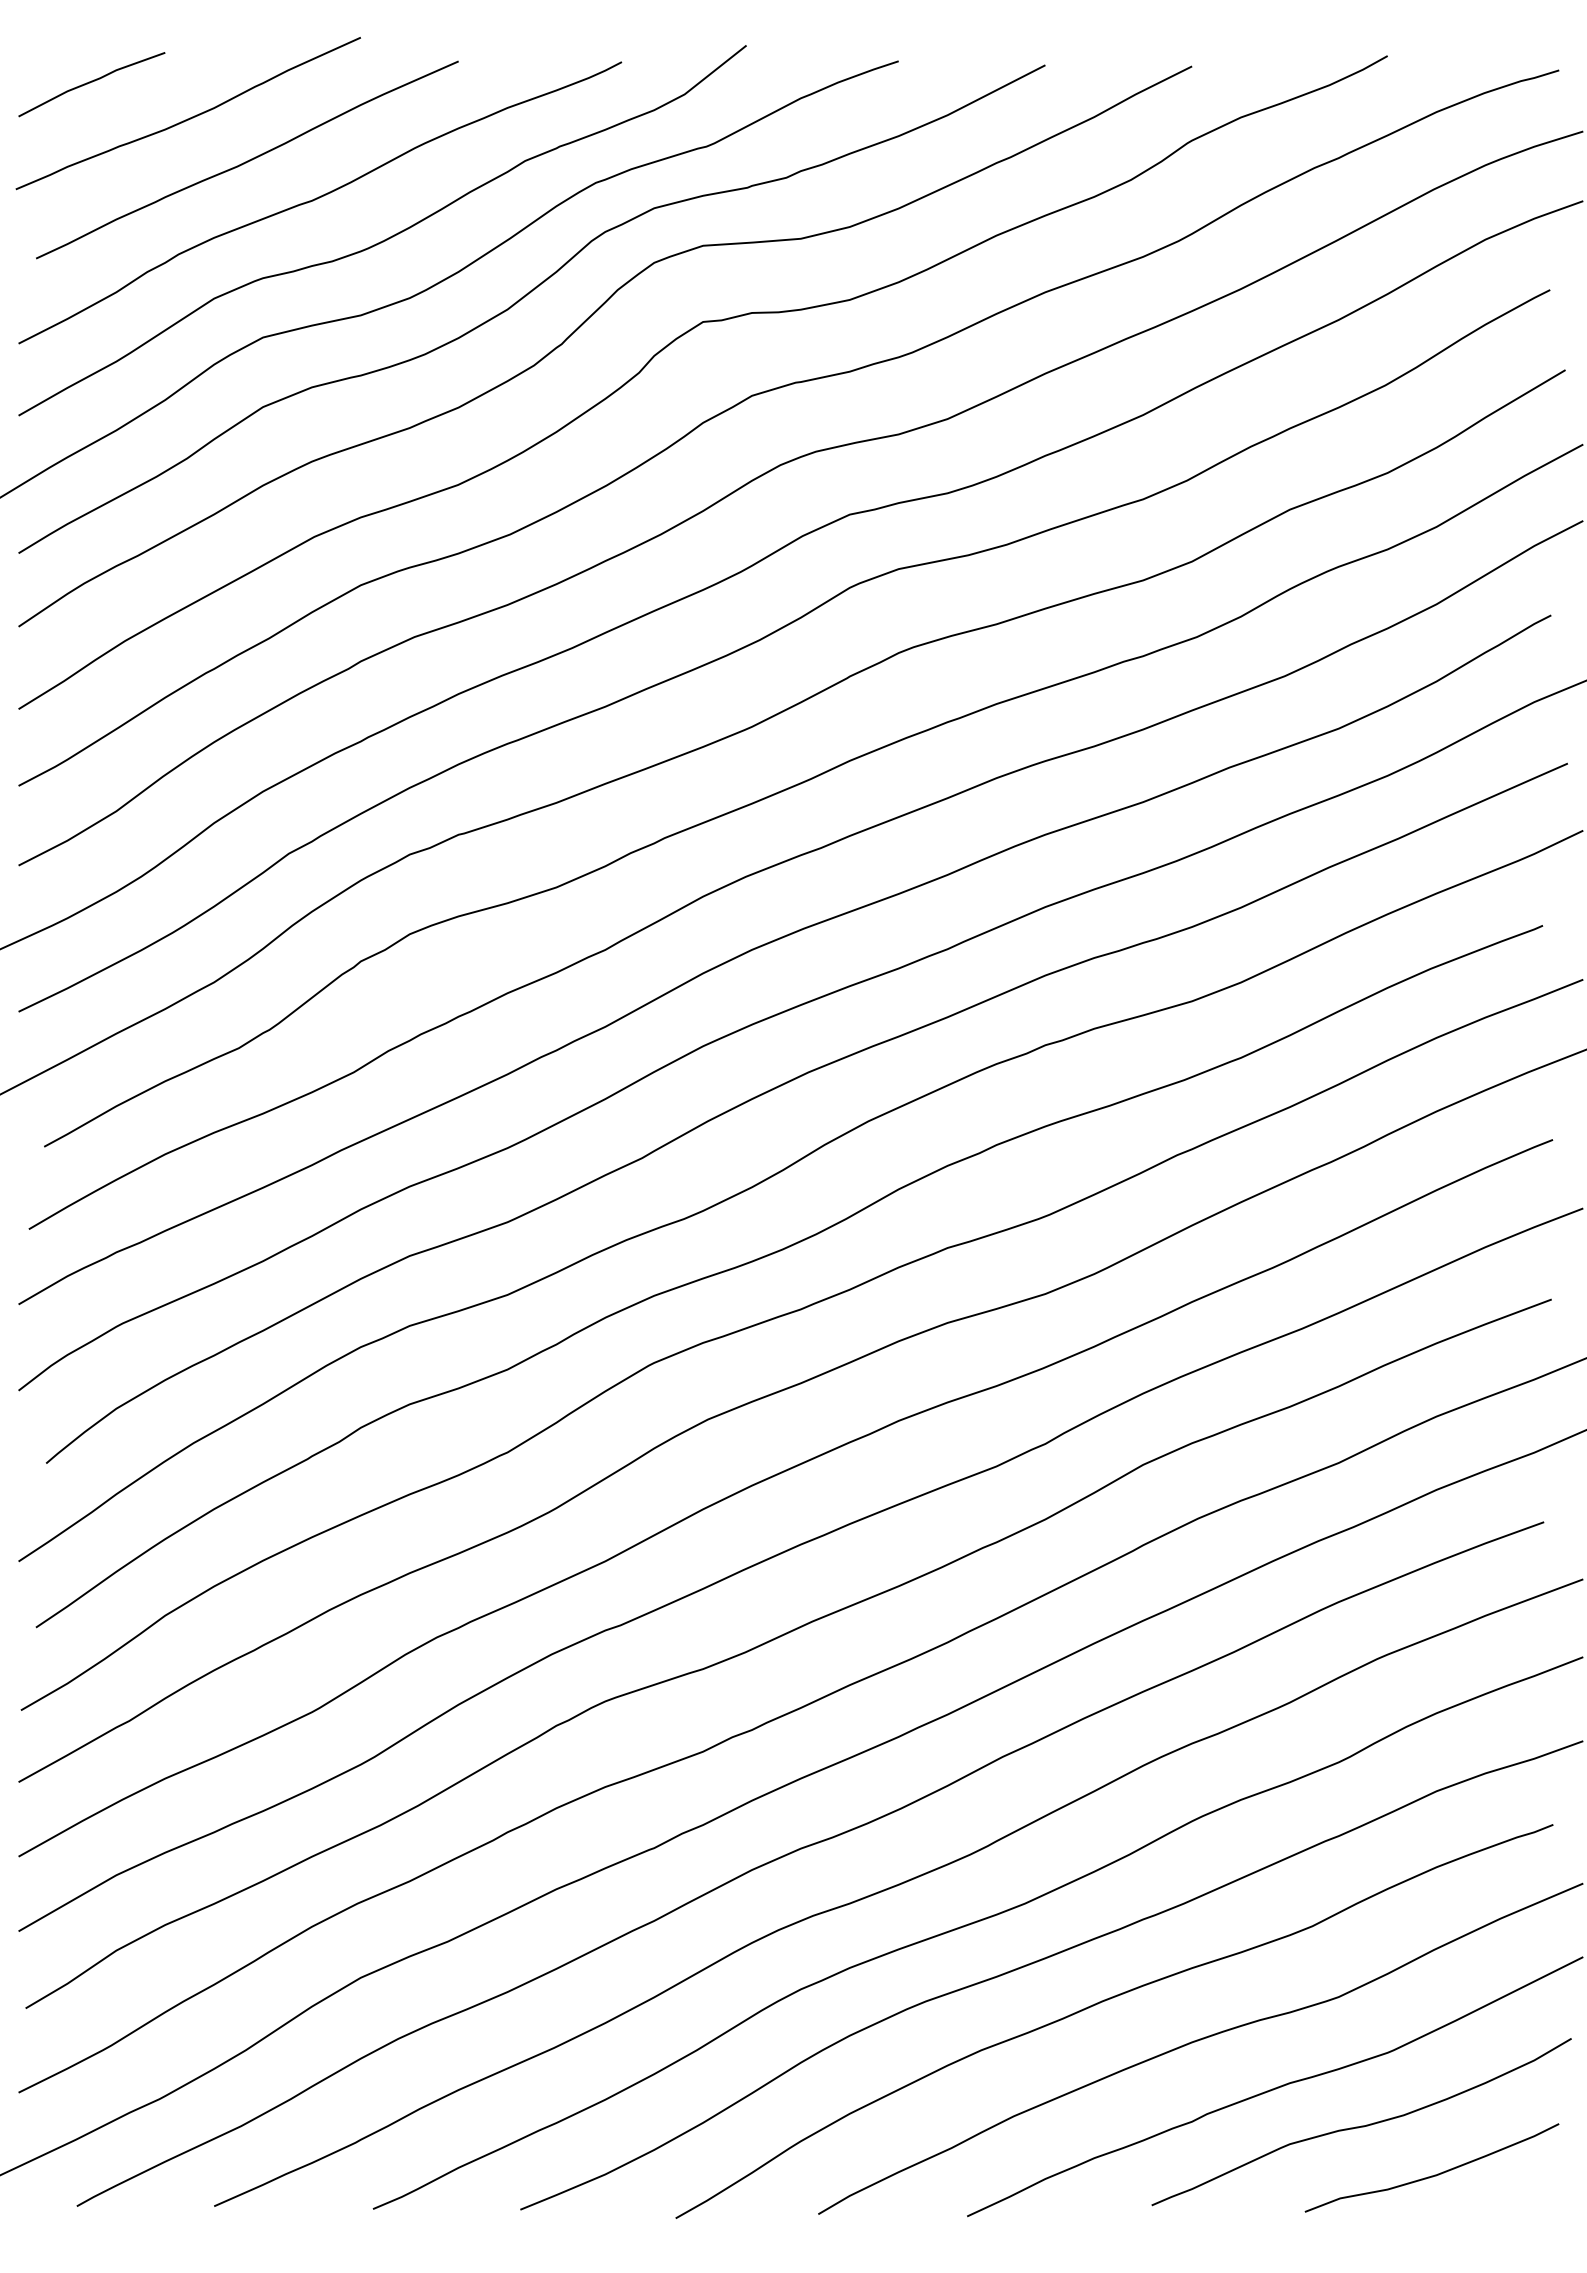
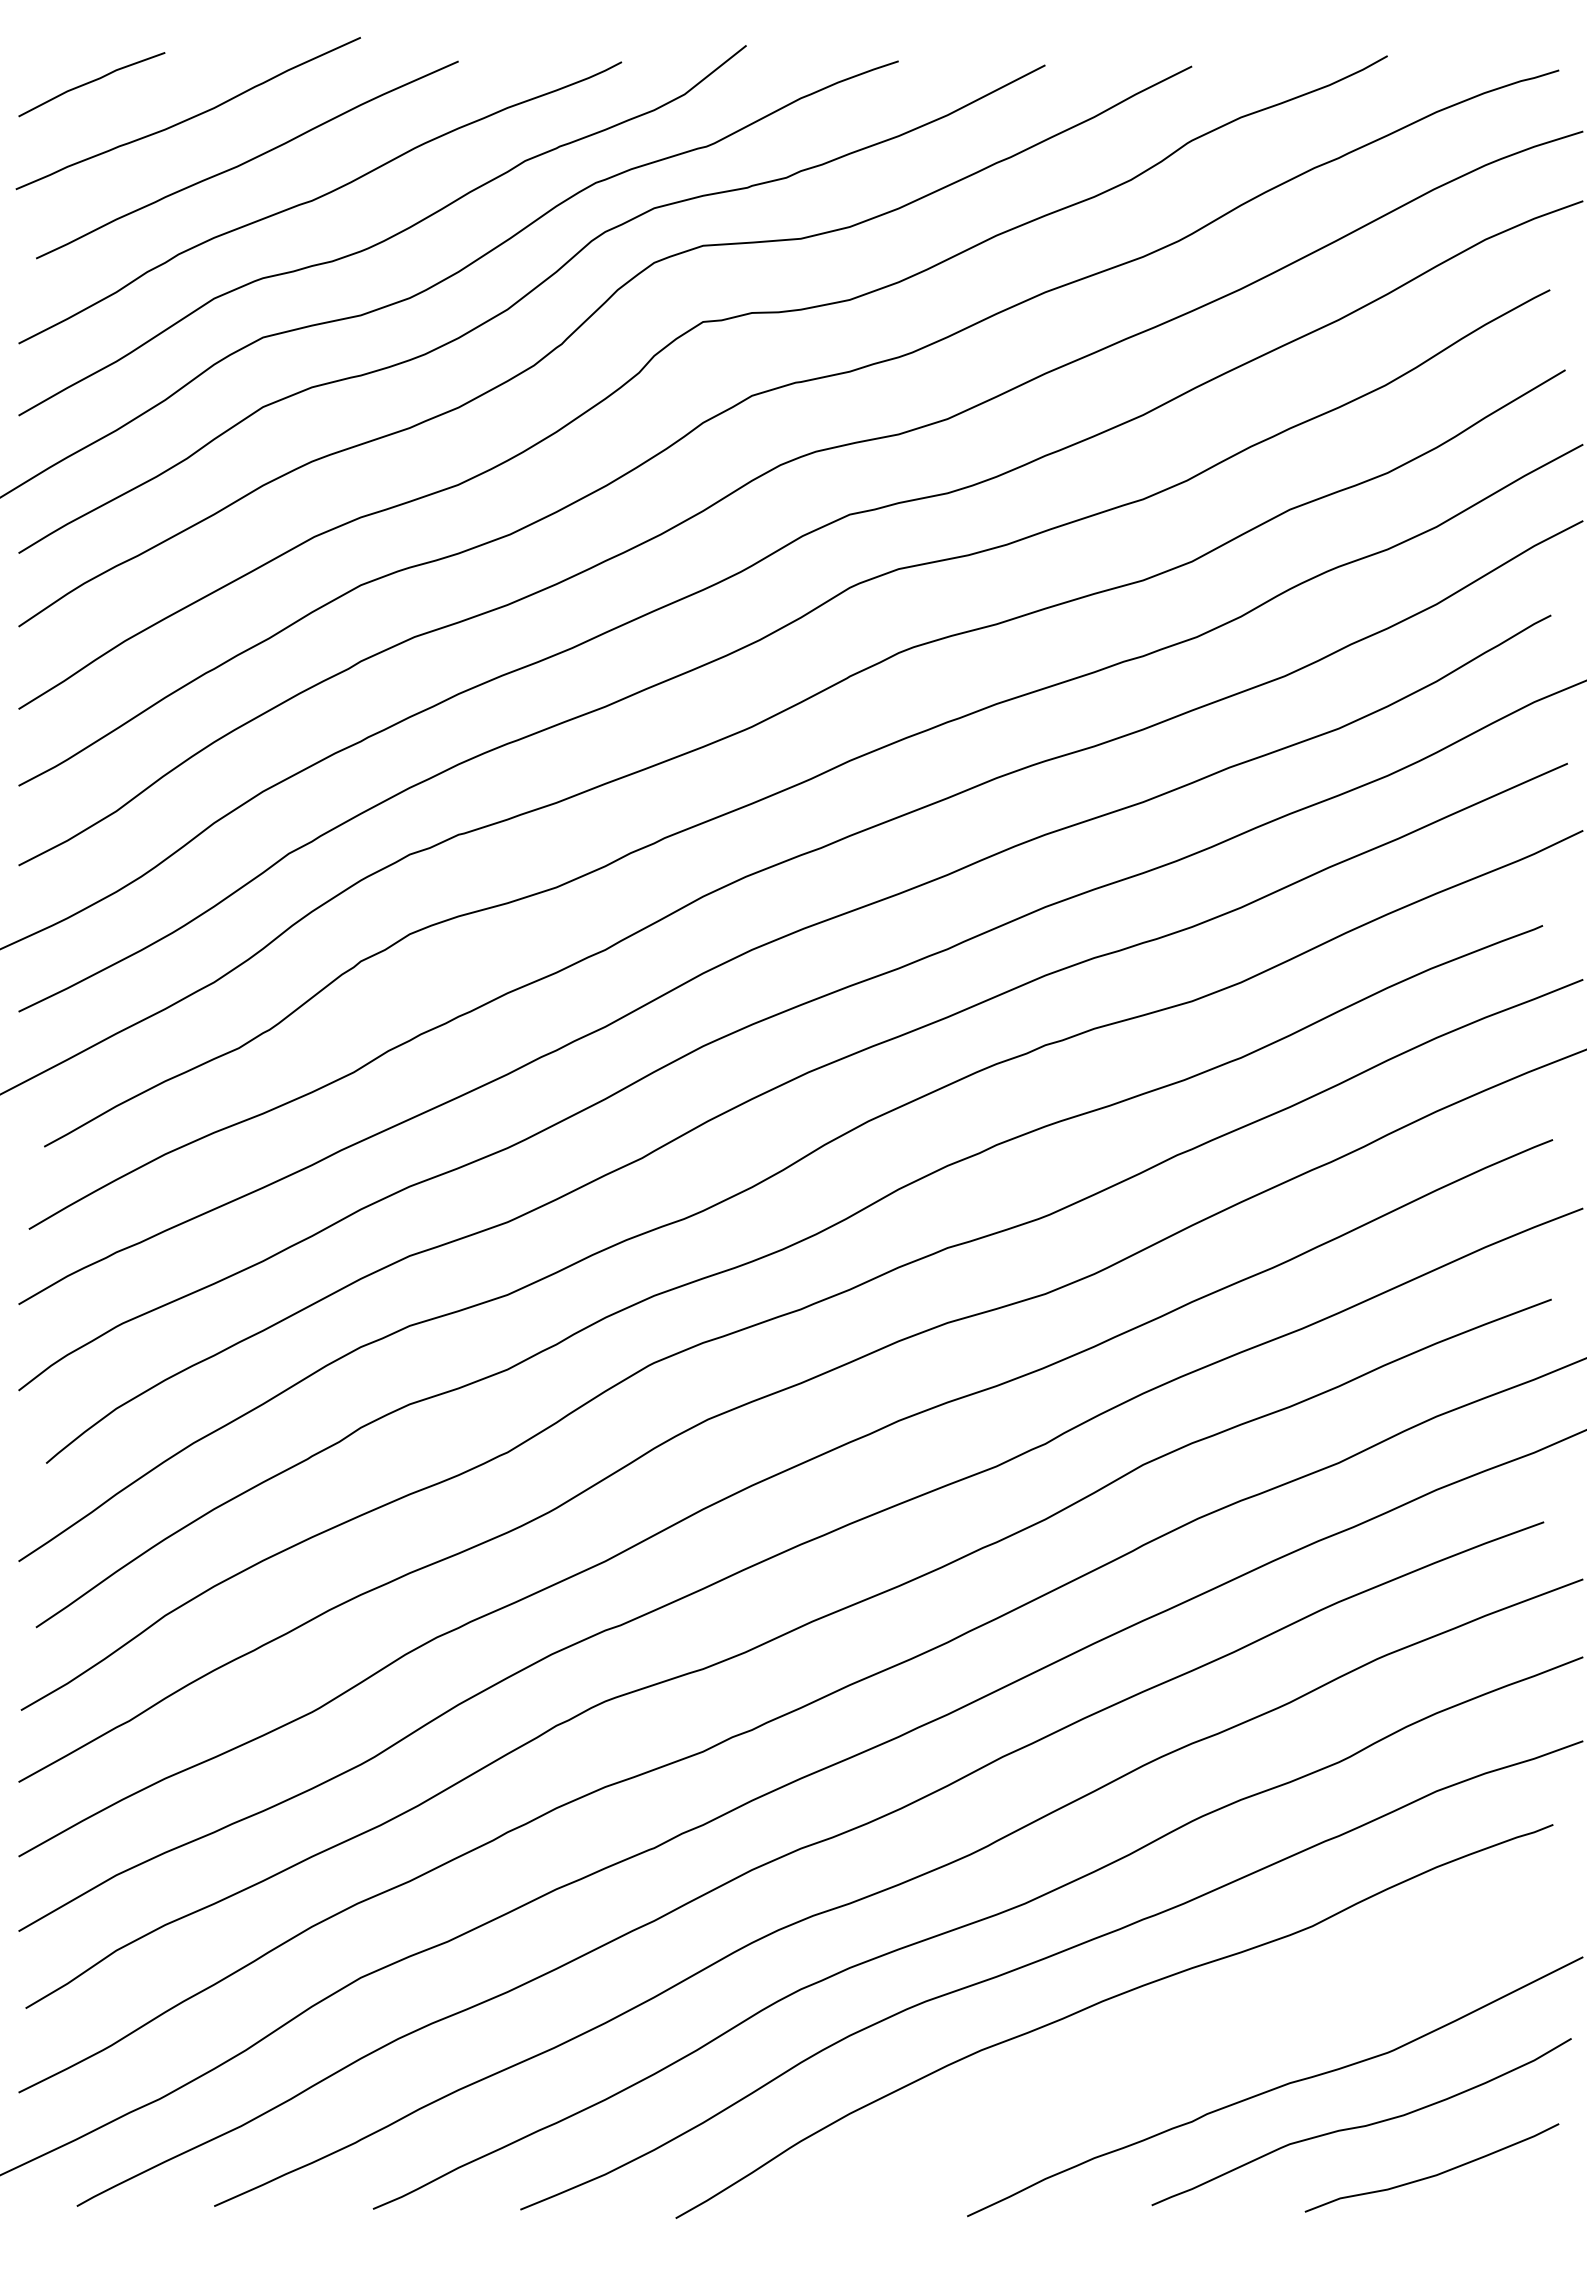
curve at (1198, 2041): present -> none
